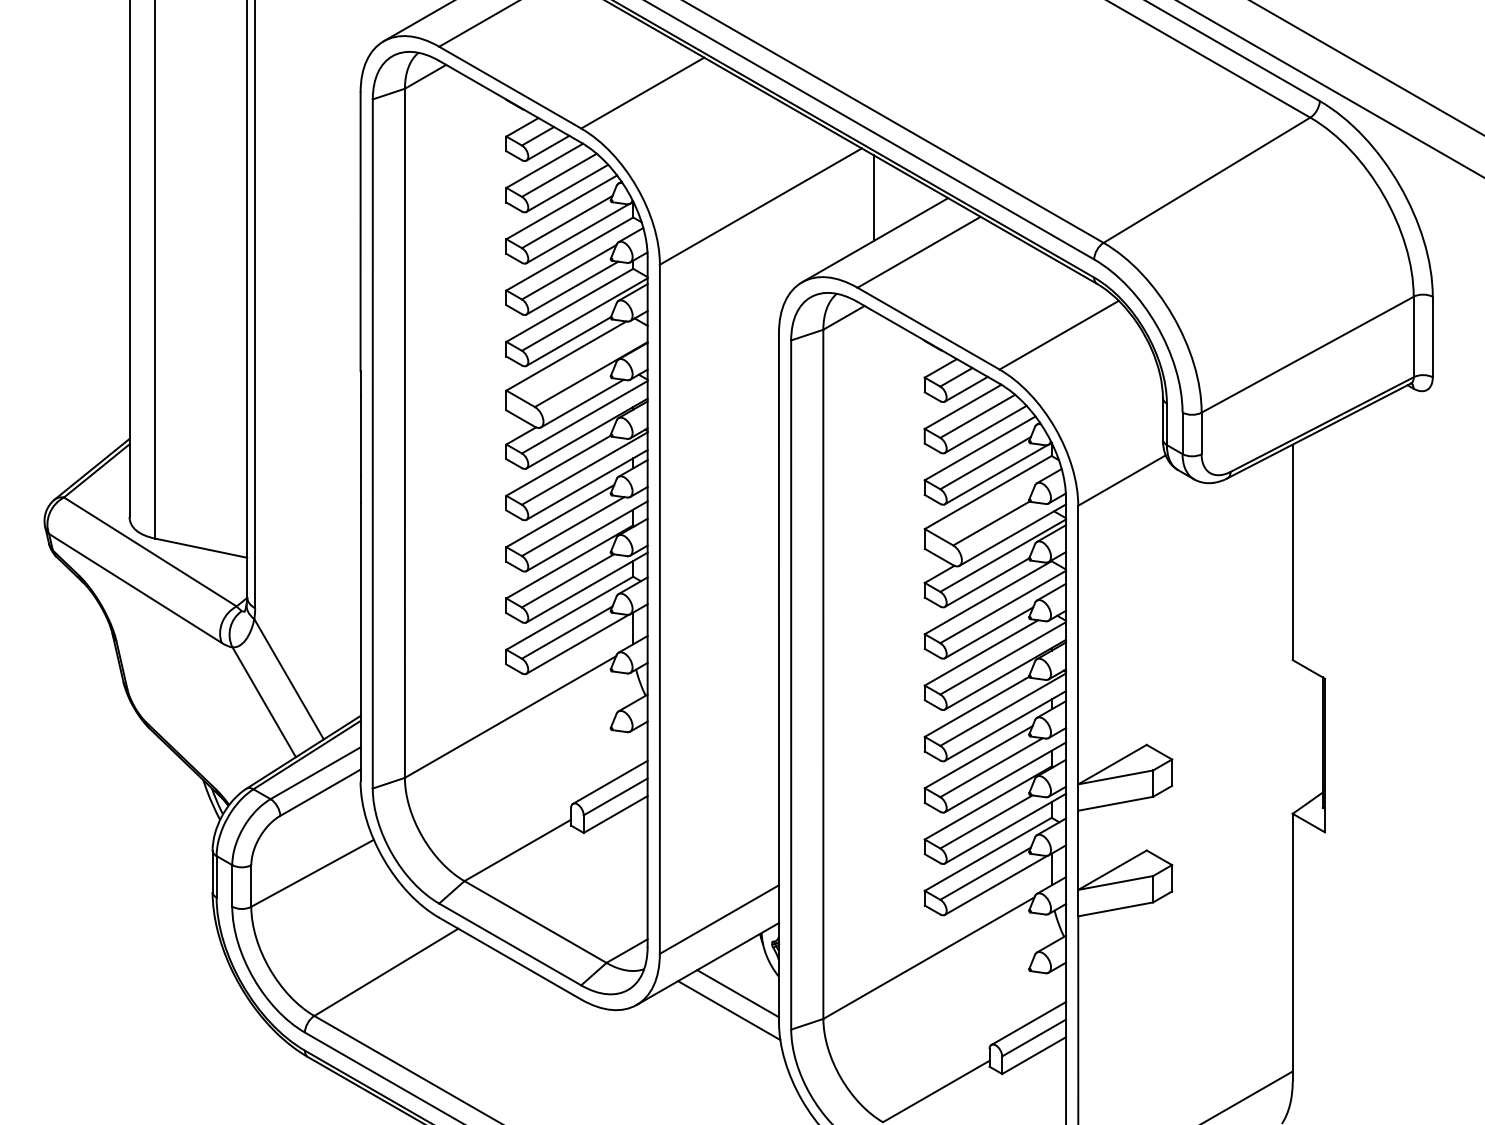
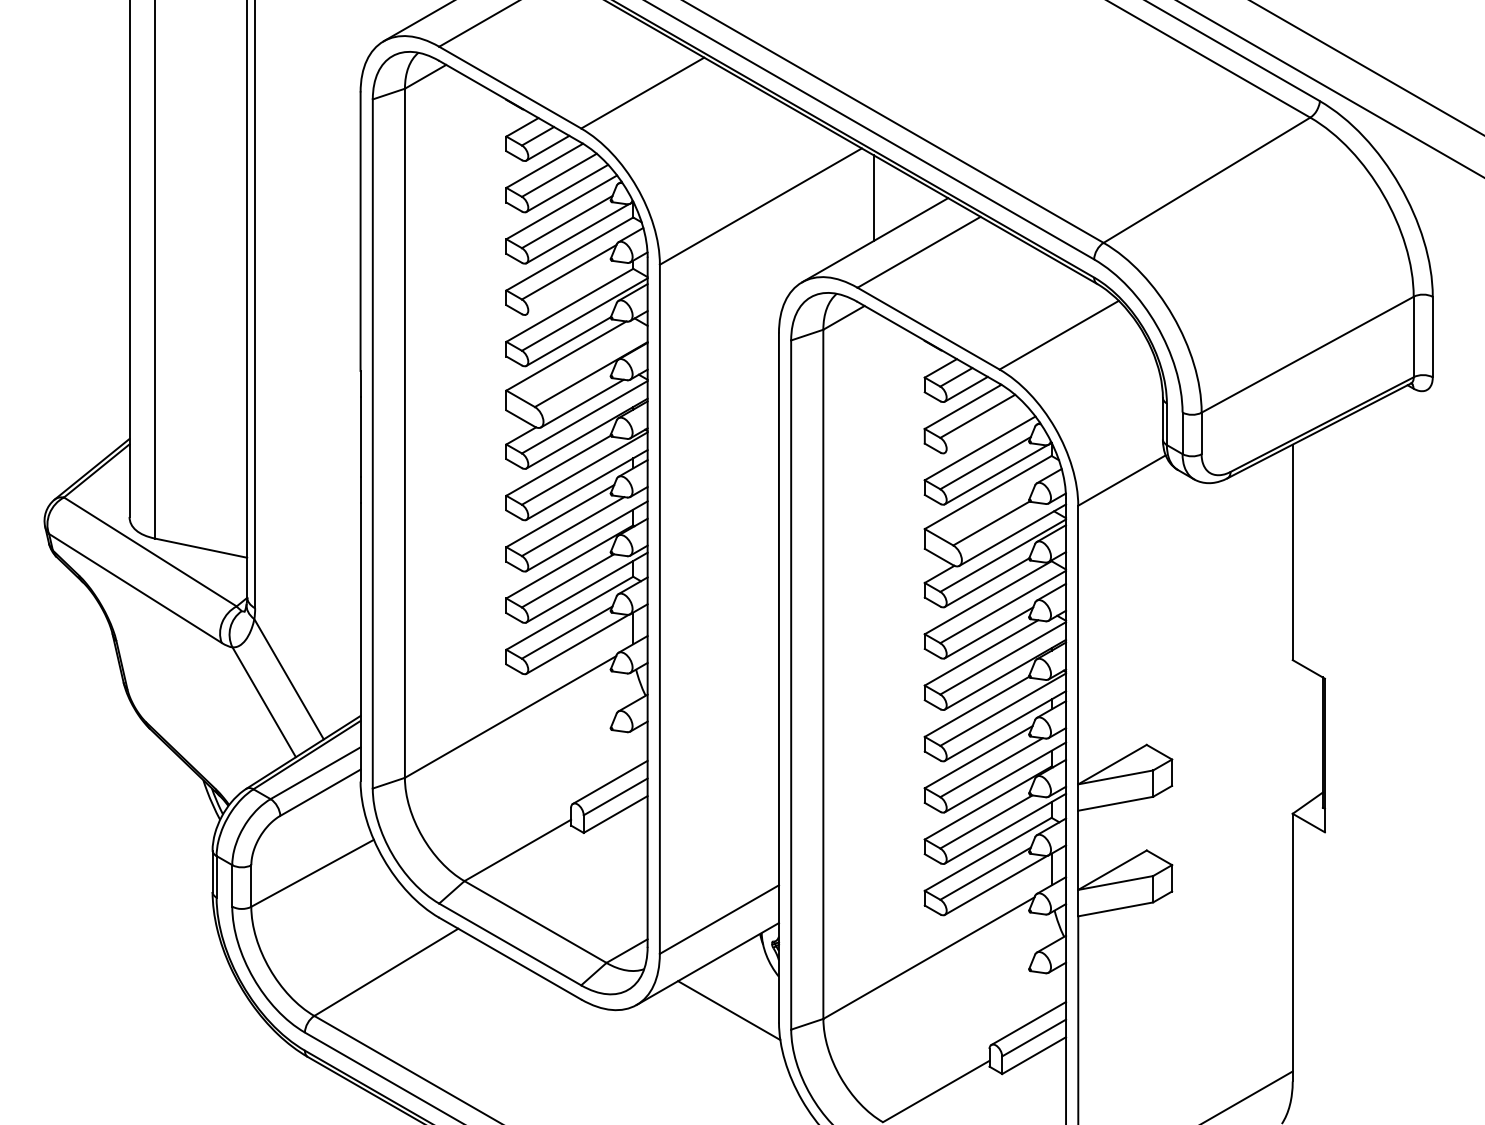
line at (572, 287): present -> none
line at (985, 429): present -> none
line at (738, 993): present -> none
